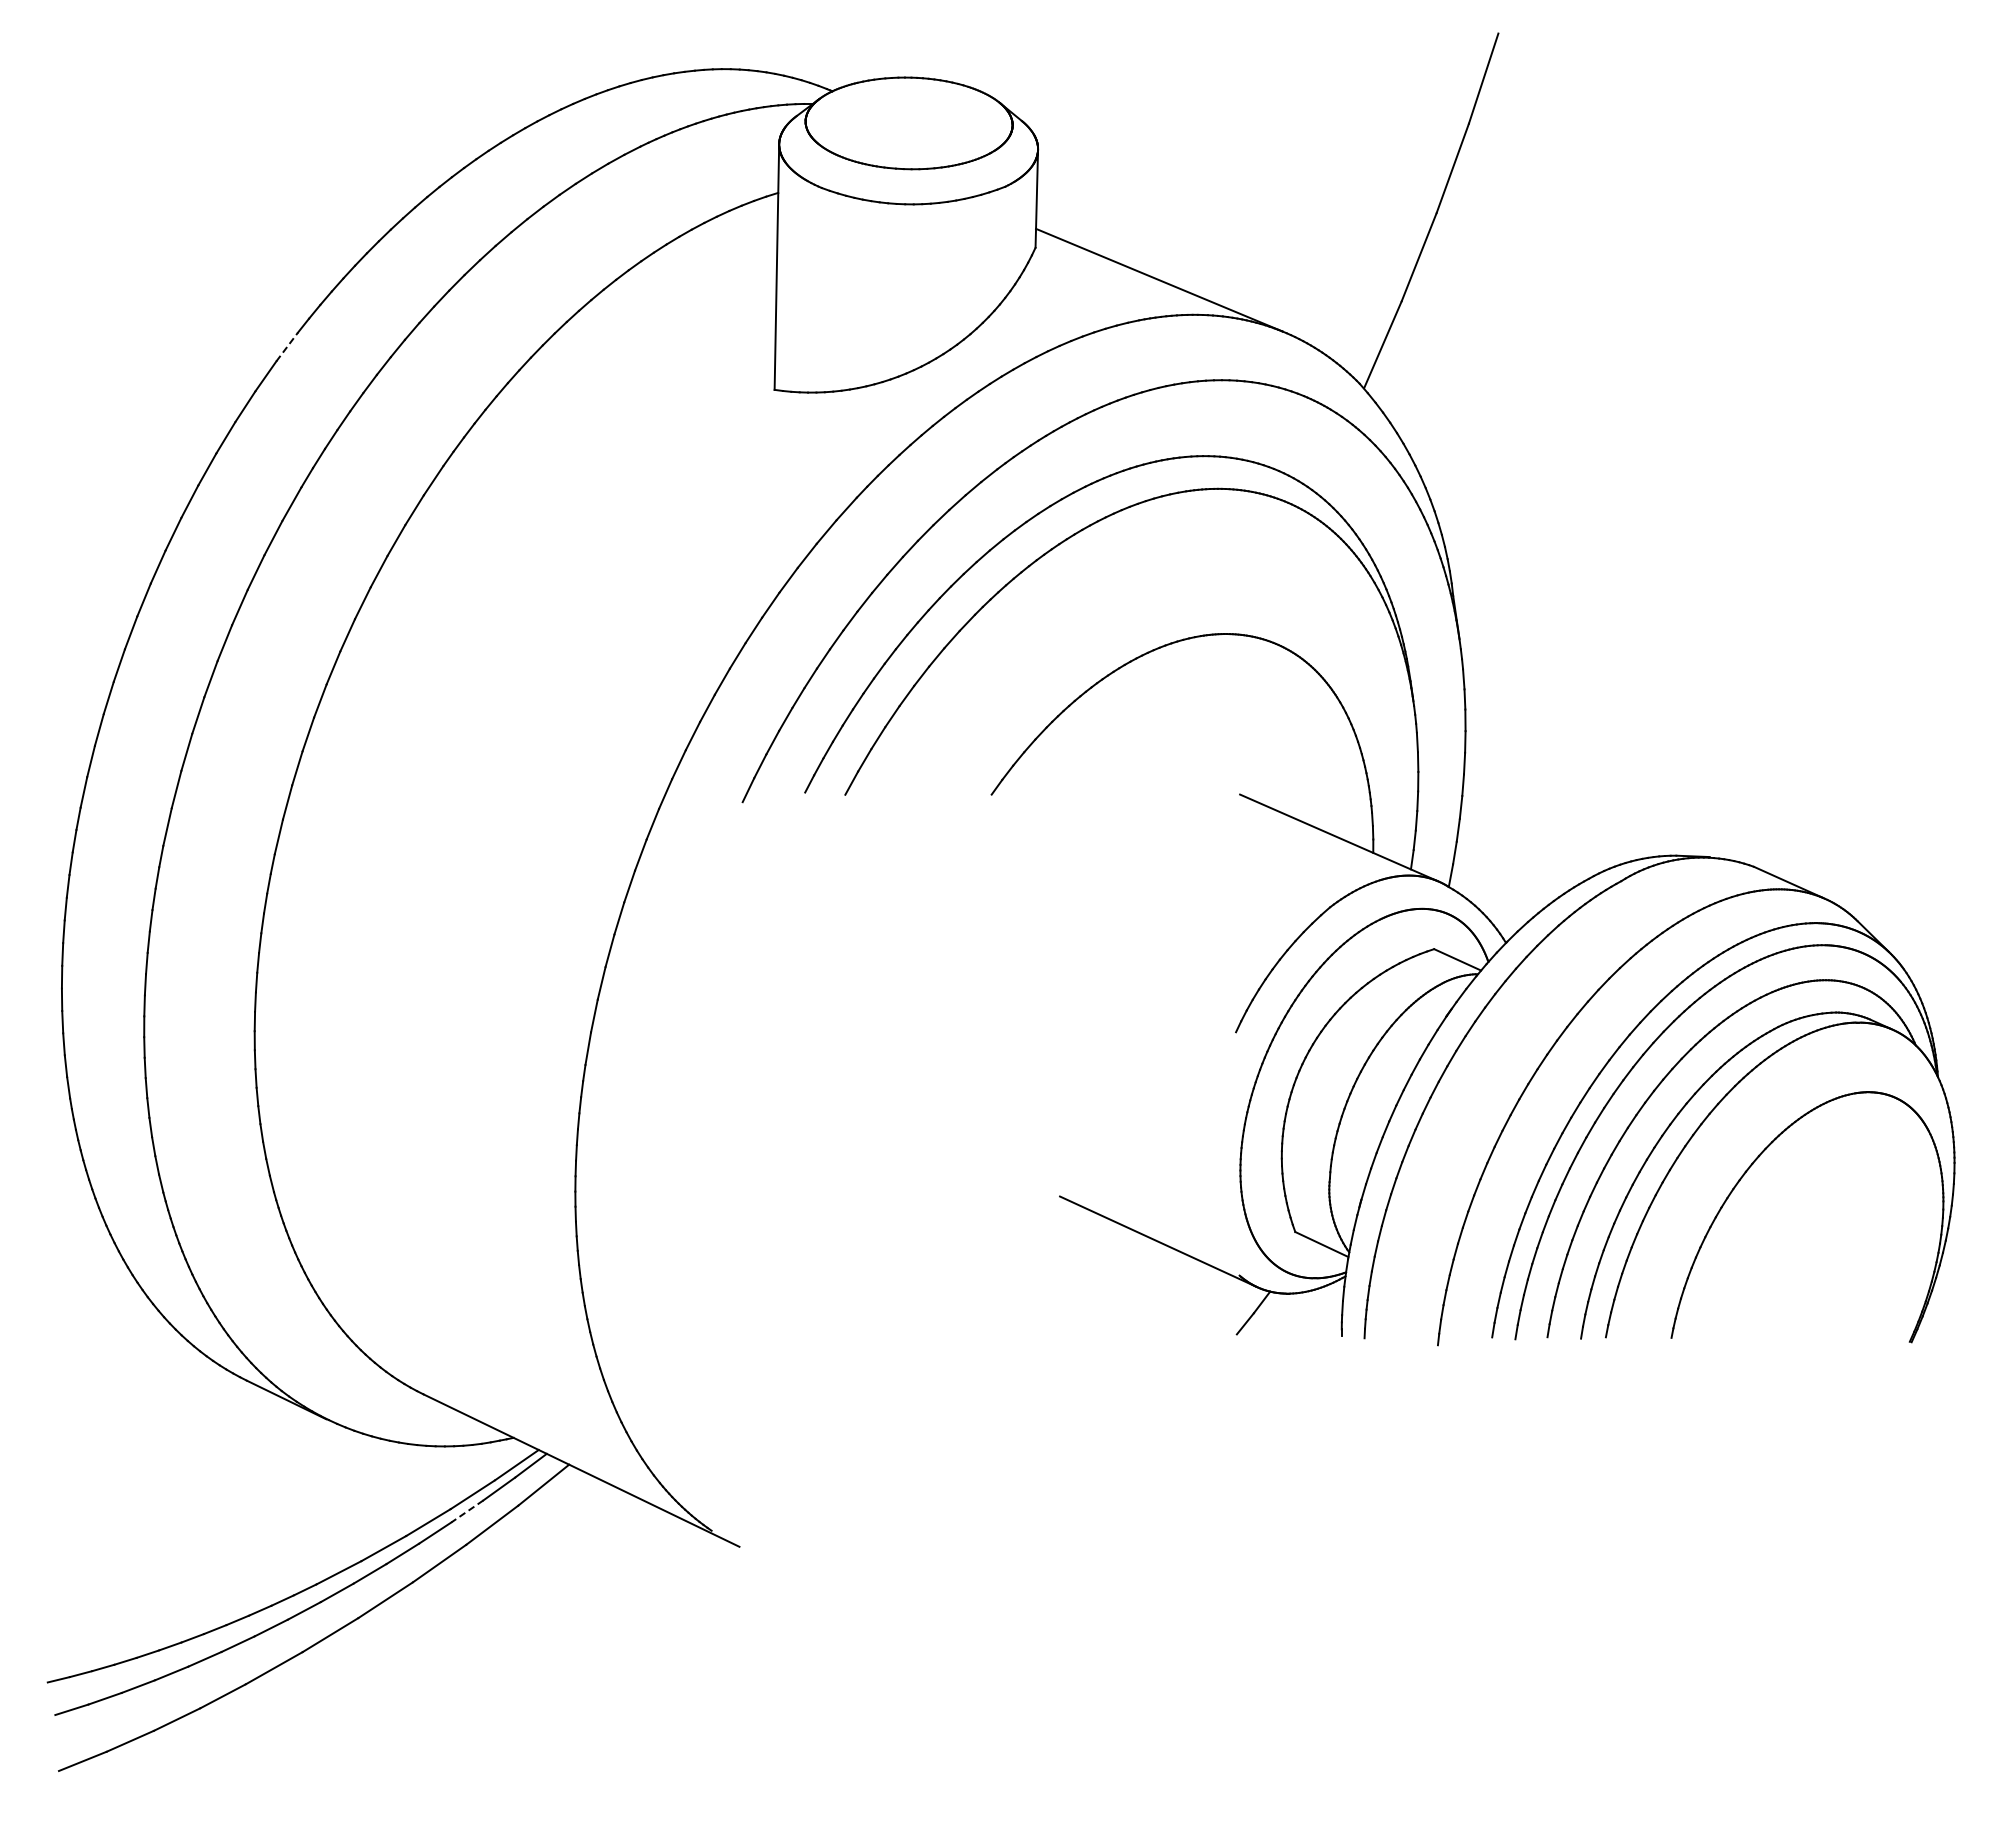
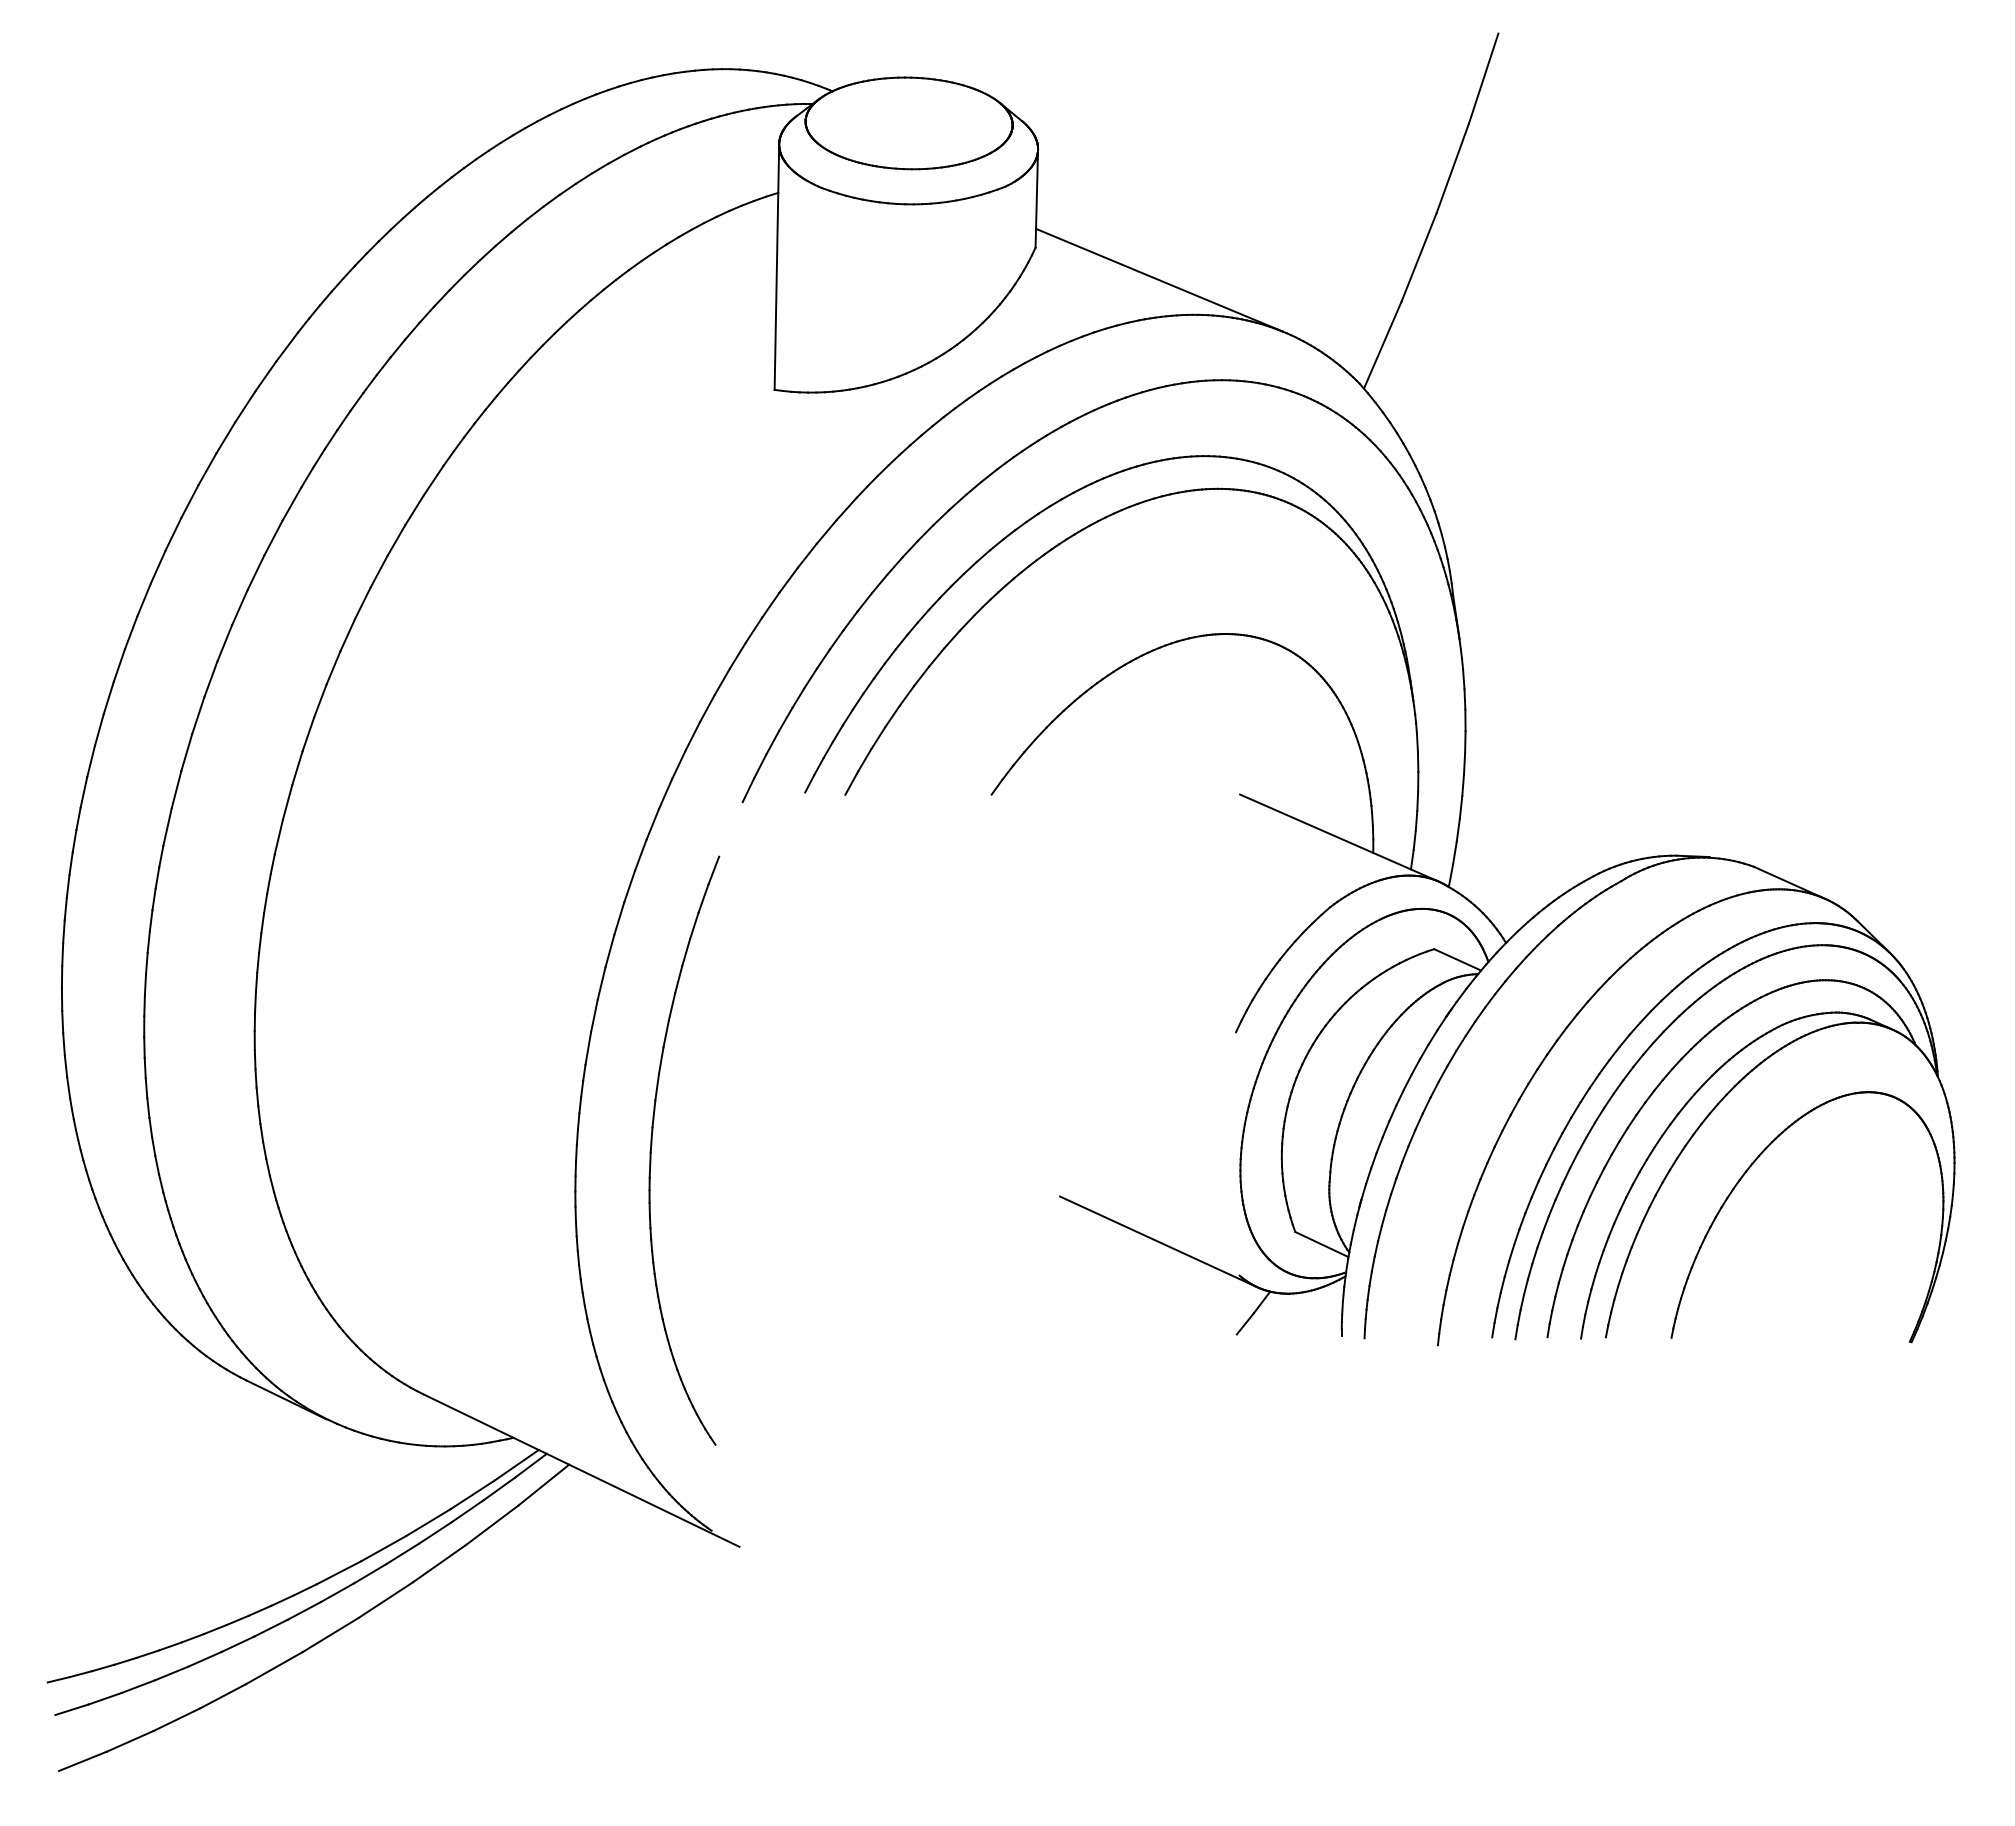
line at (287, 346): dashed -> solid
part at (652, 1145): none -> present
line at (466, 1511): dashed -> solid
